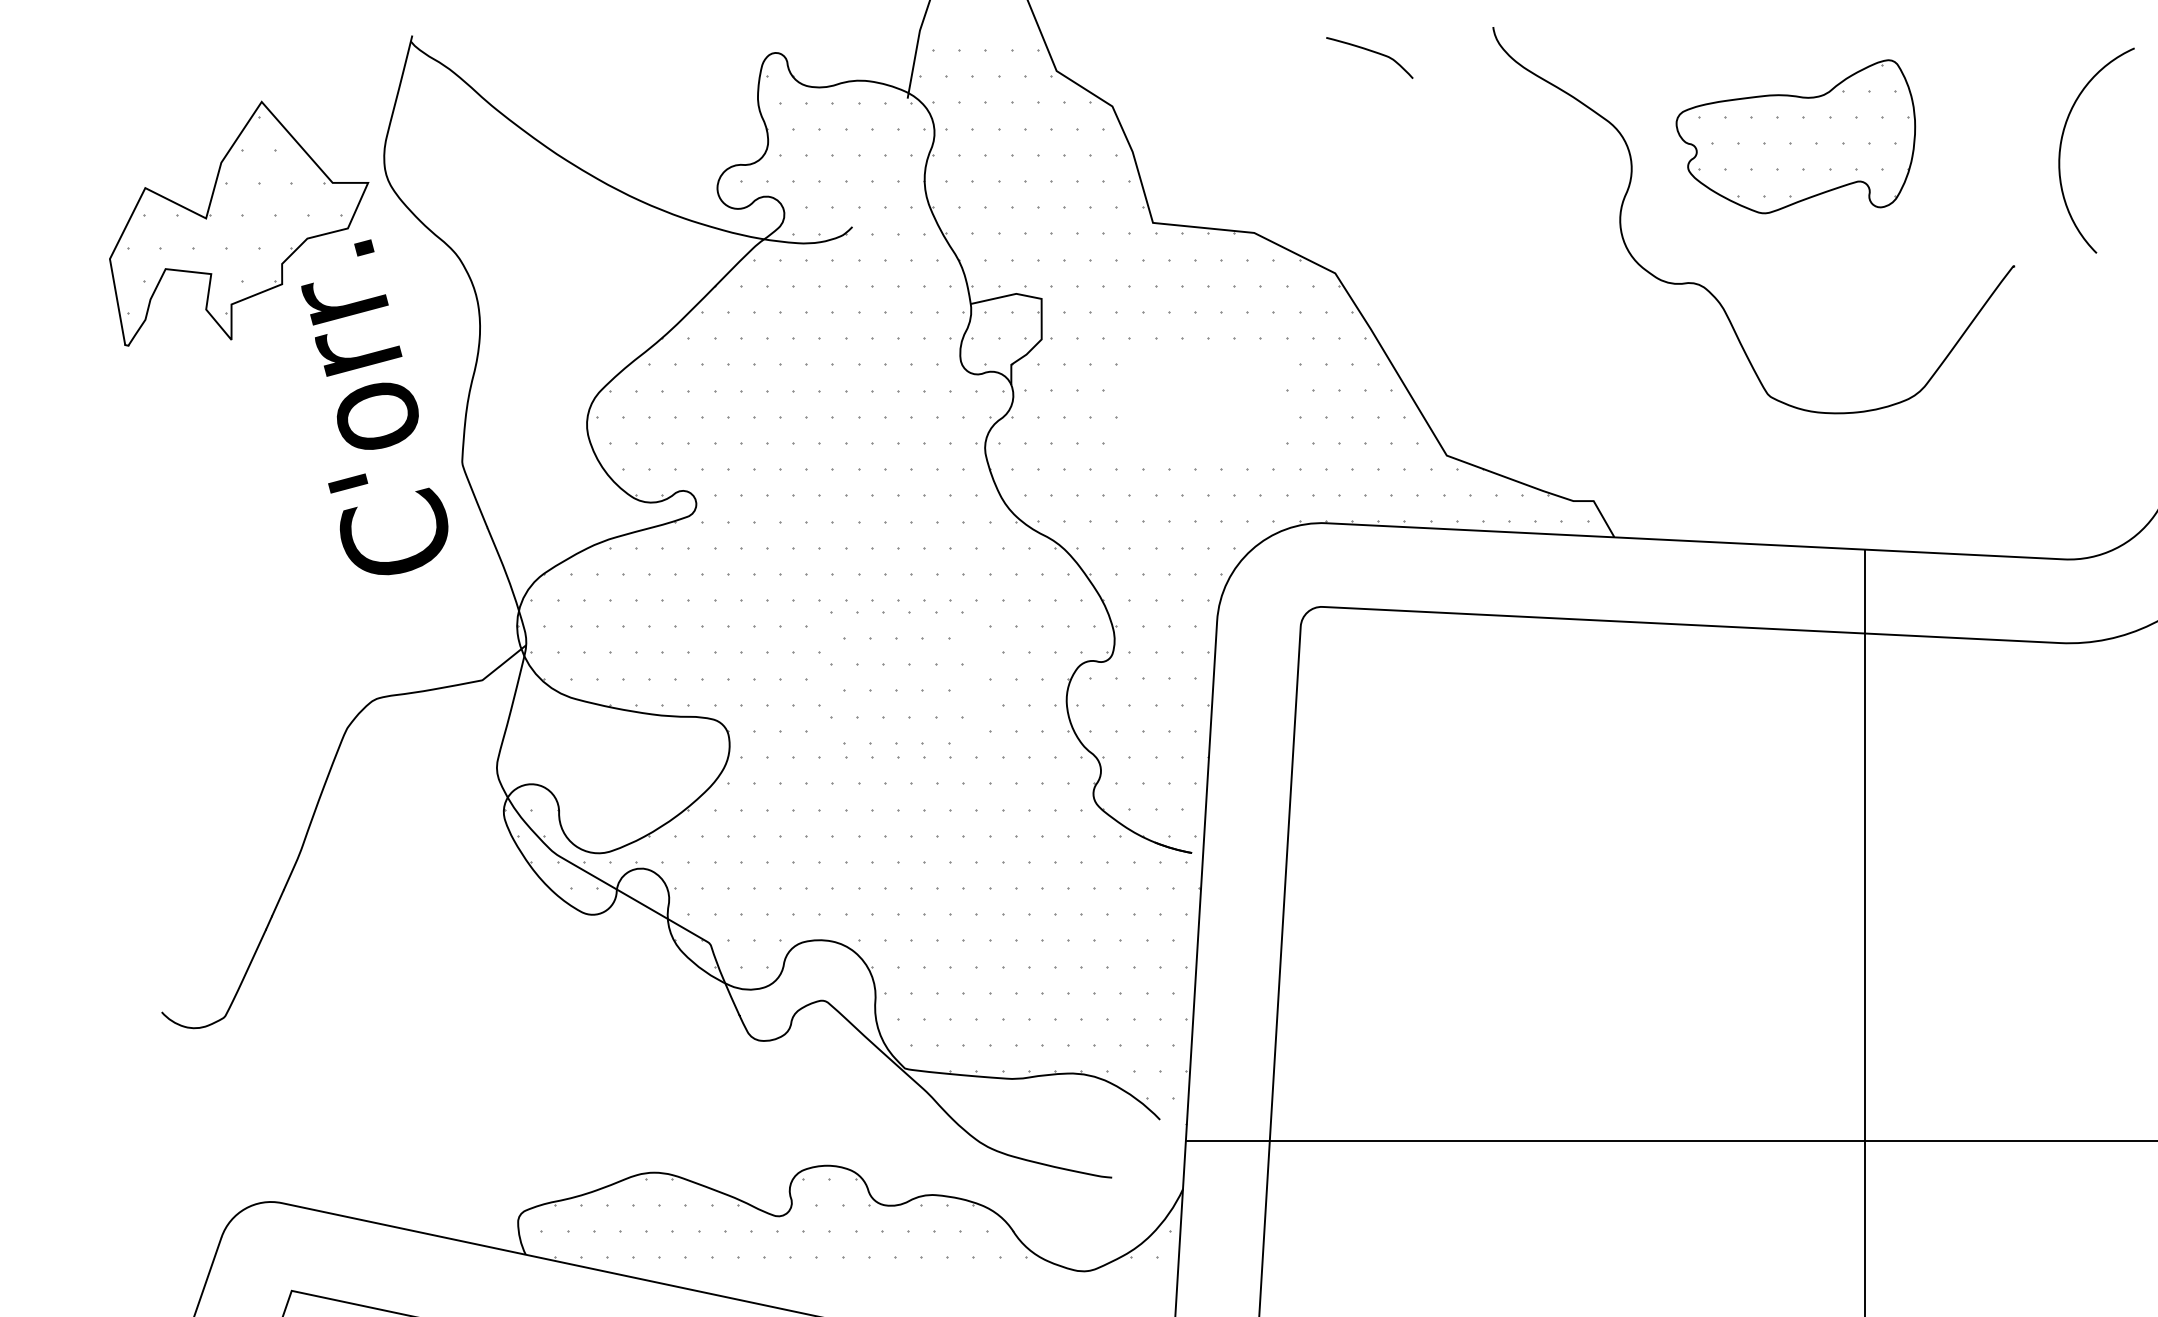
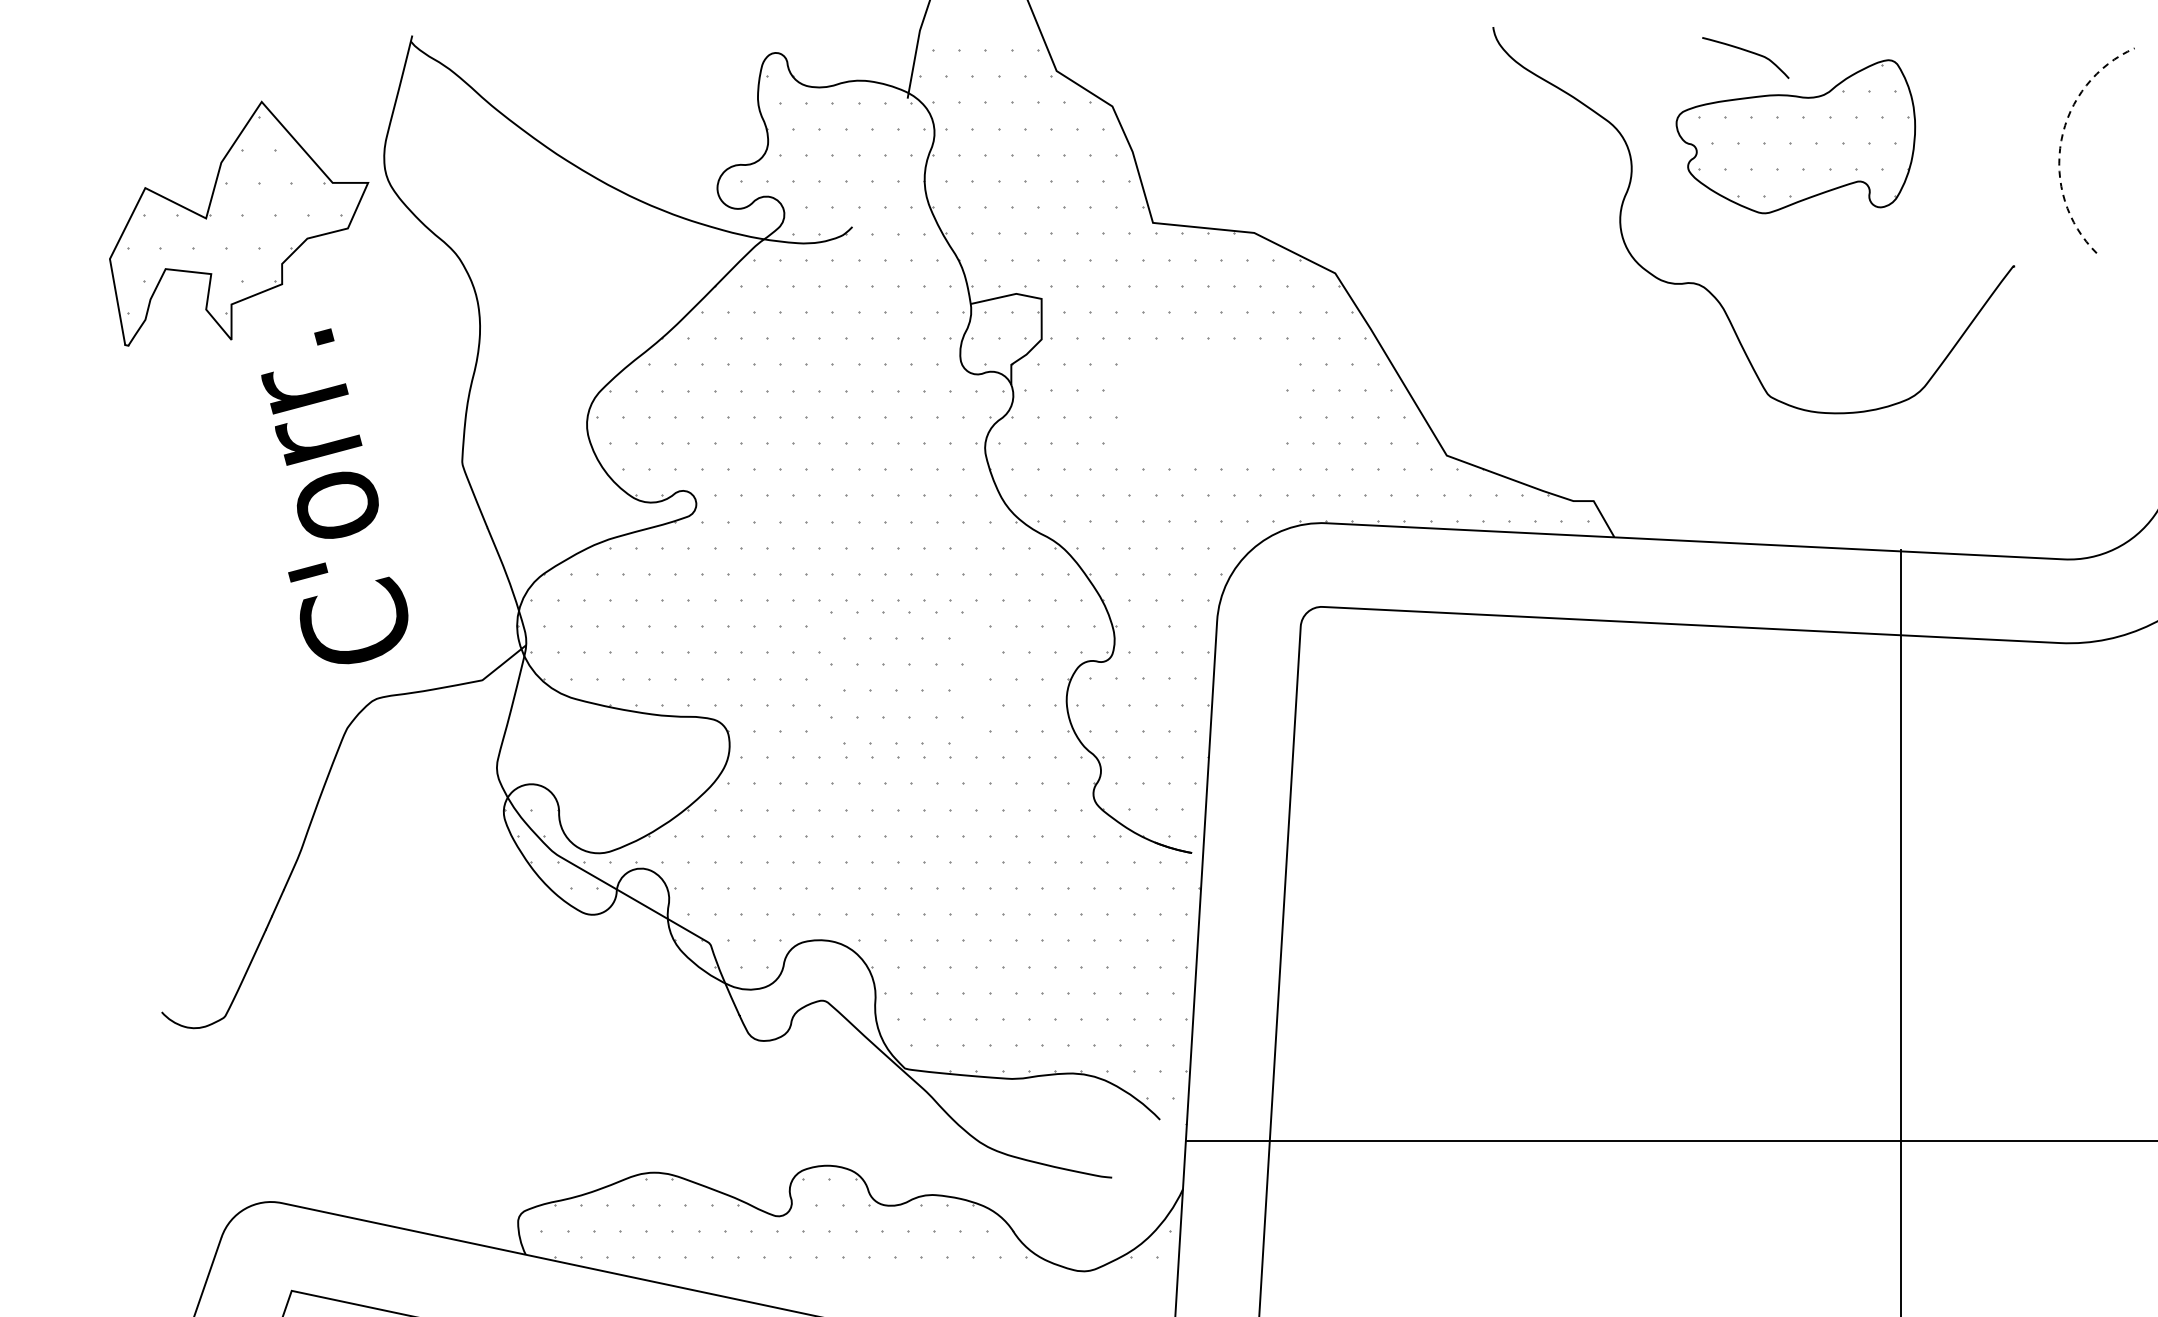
curve at (1372, 52) position: (1372, 52) -> (1748, 52)
line at (2061, 140): solid -> dashed
text at (374, 407) position: (374, 407) -> (334, 496)
line at (1864, 931) position: (1864, 931) -> (1900, 931)
